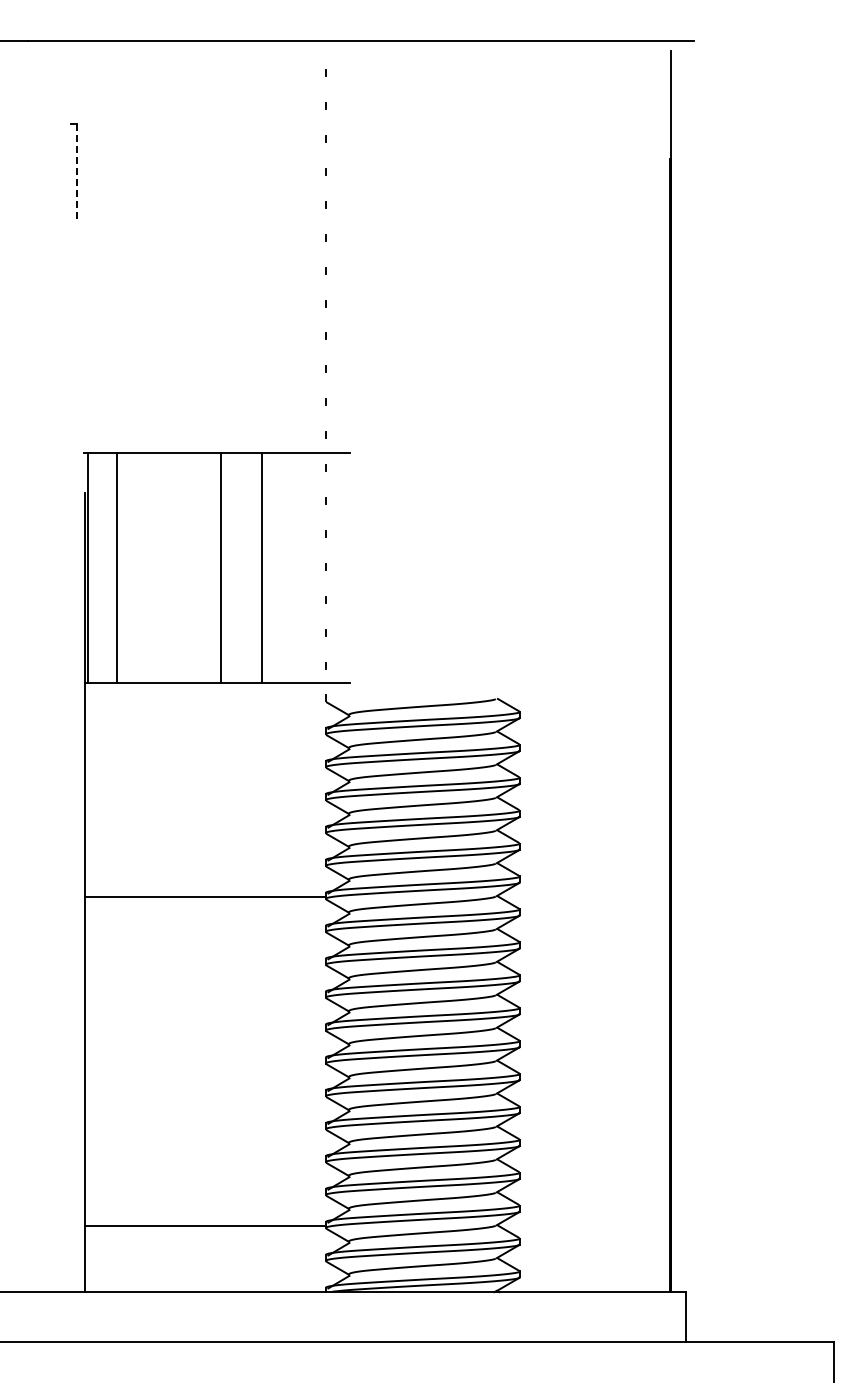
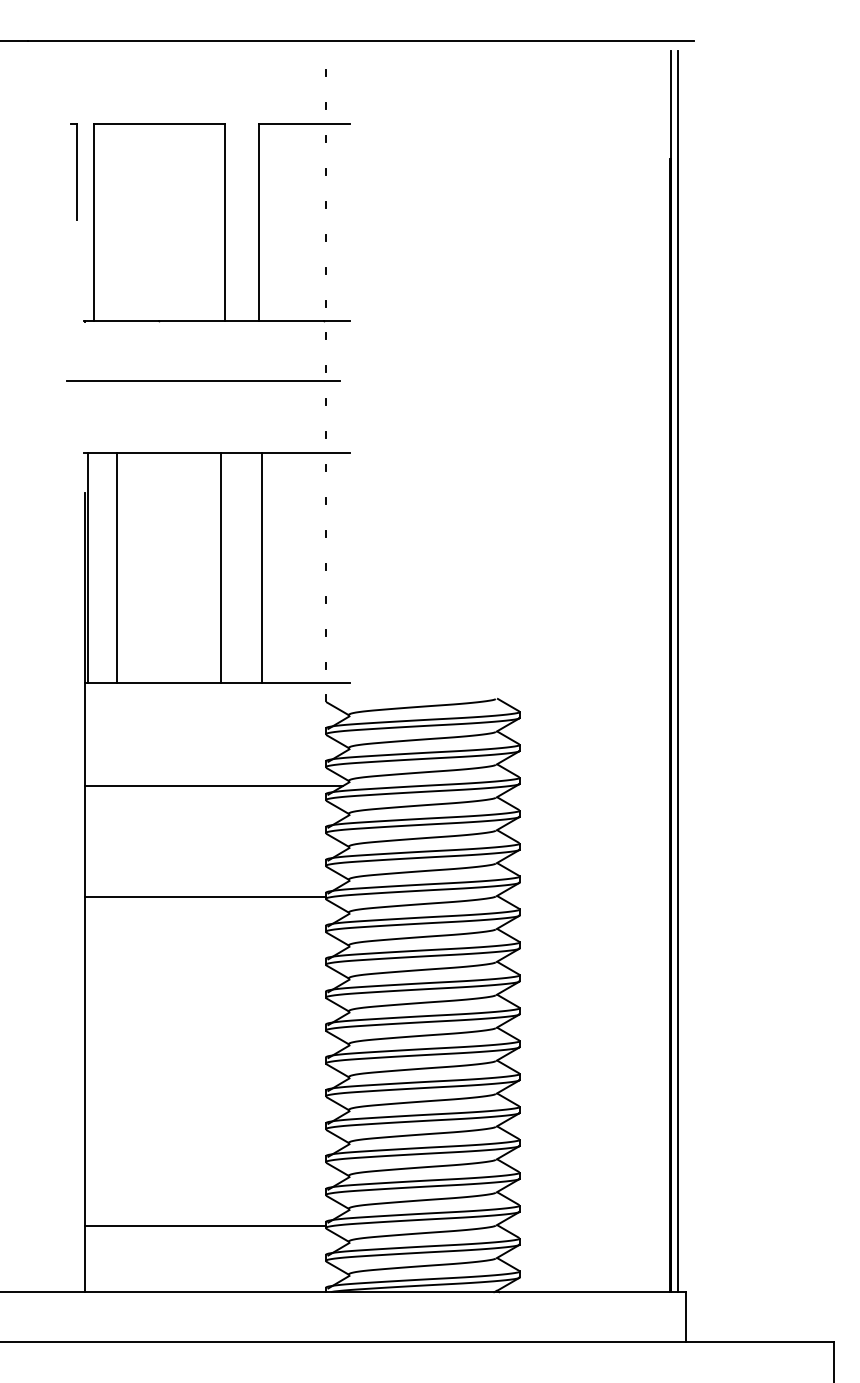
line at (77, 171): dashed -> solid
part at (216, 222): none -> present
line at (203, 380): none -> present
line at (677, 671): none -> present
line at (214, 786): none -> present
